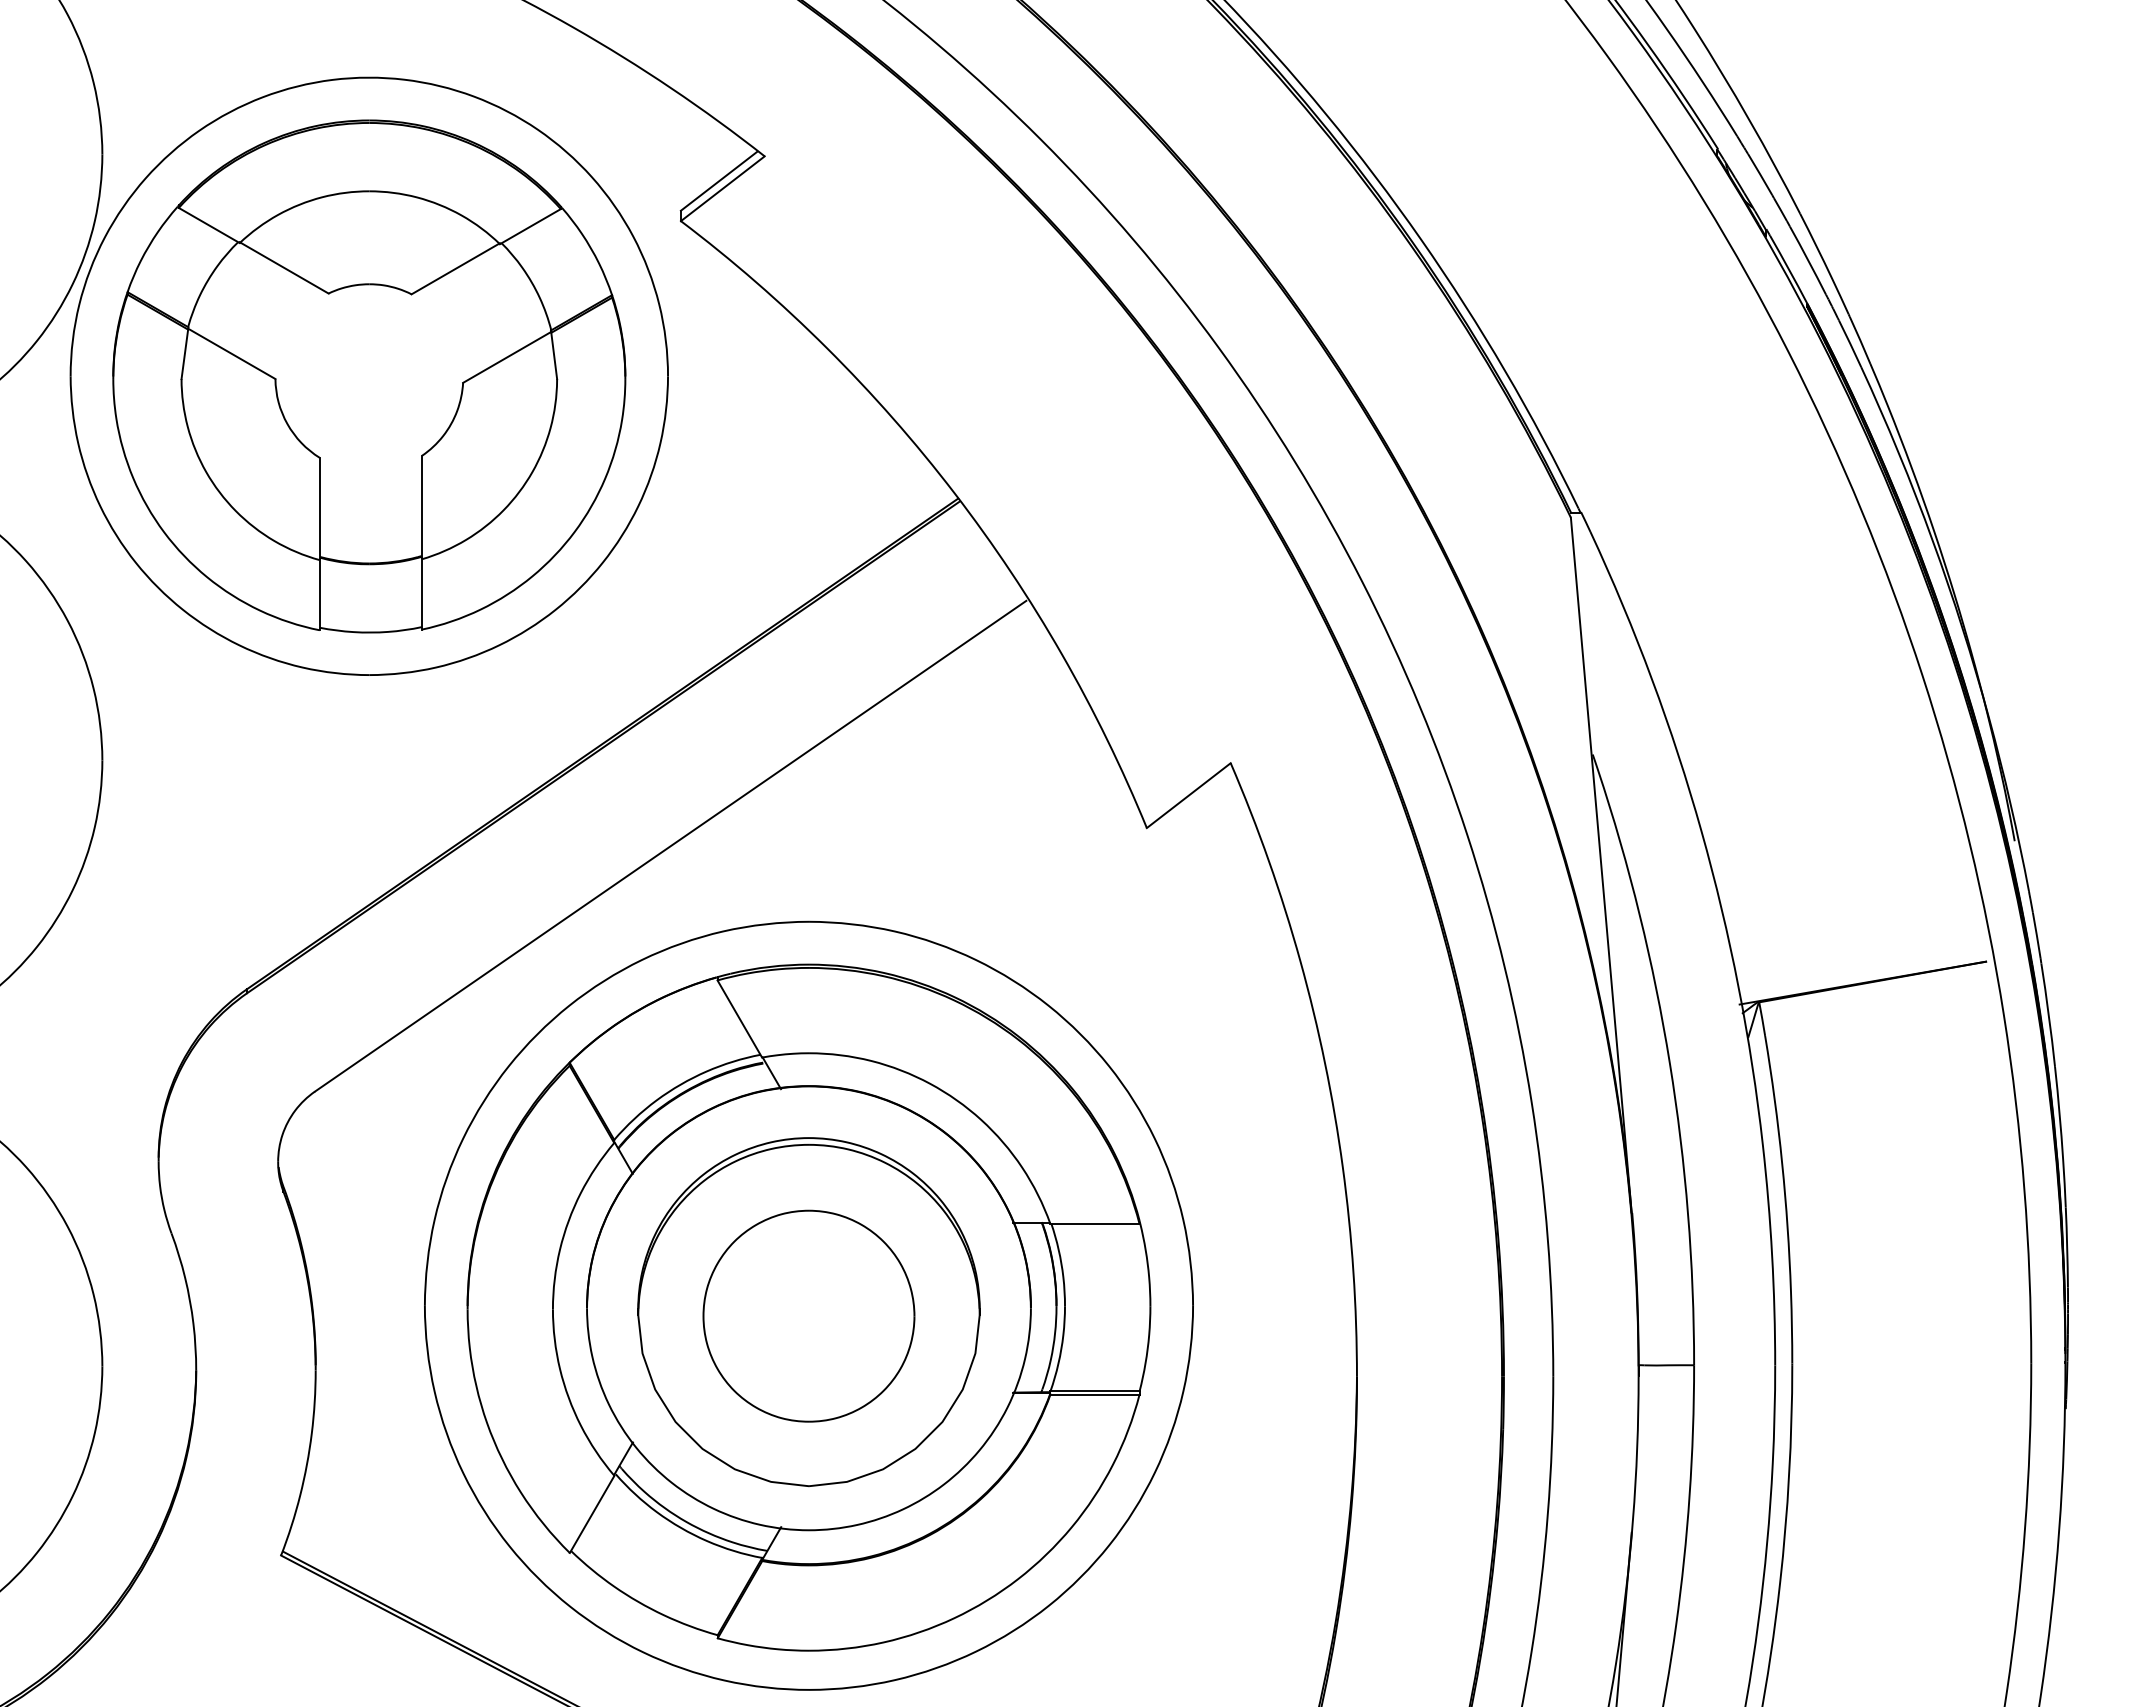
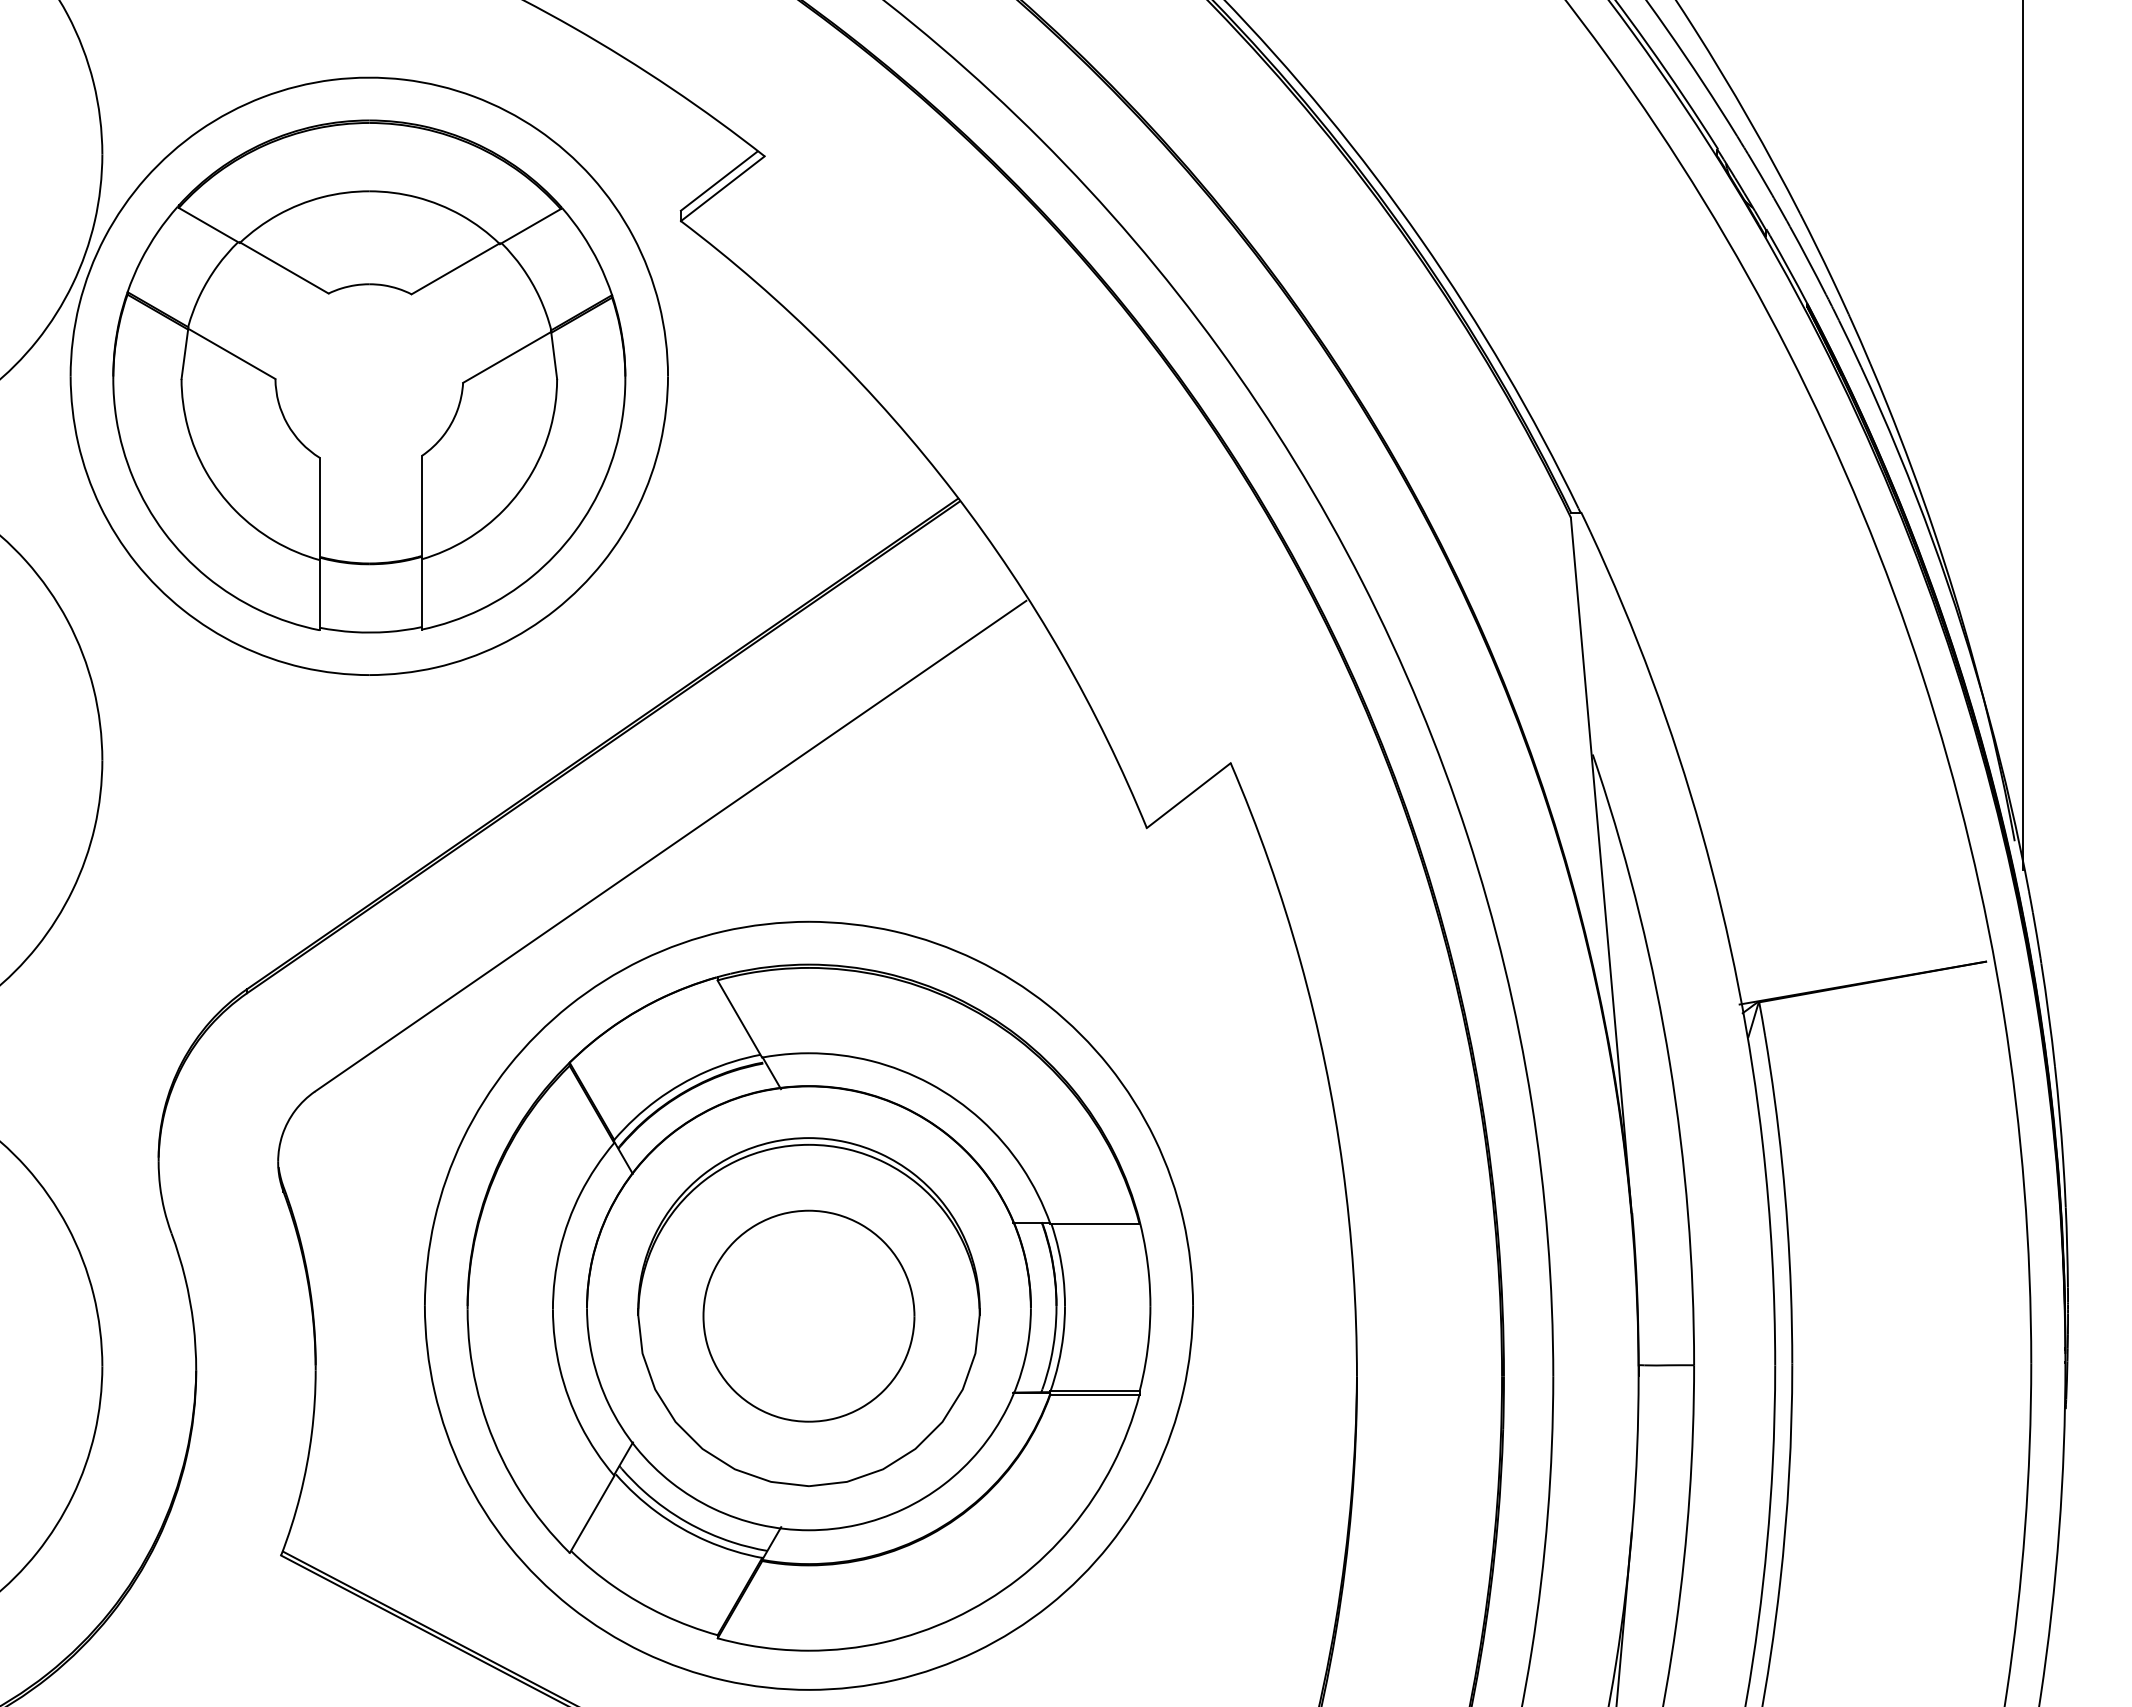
line at (2022, 436): none -> present
